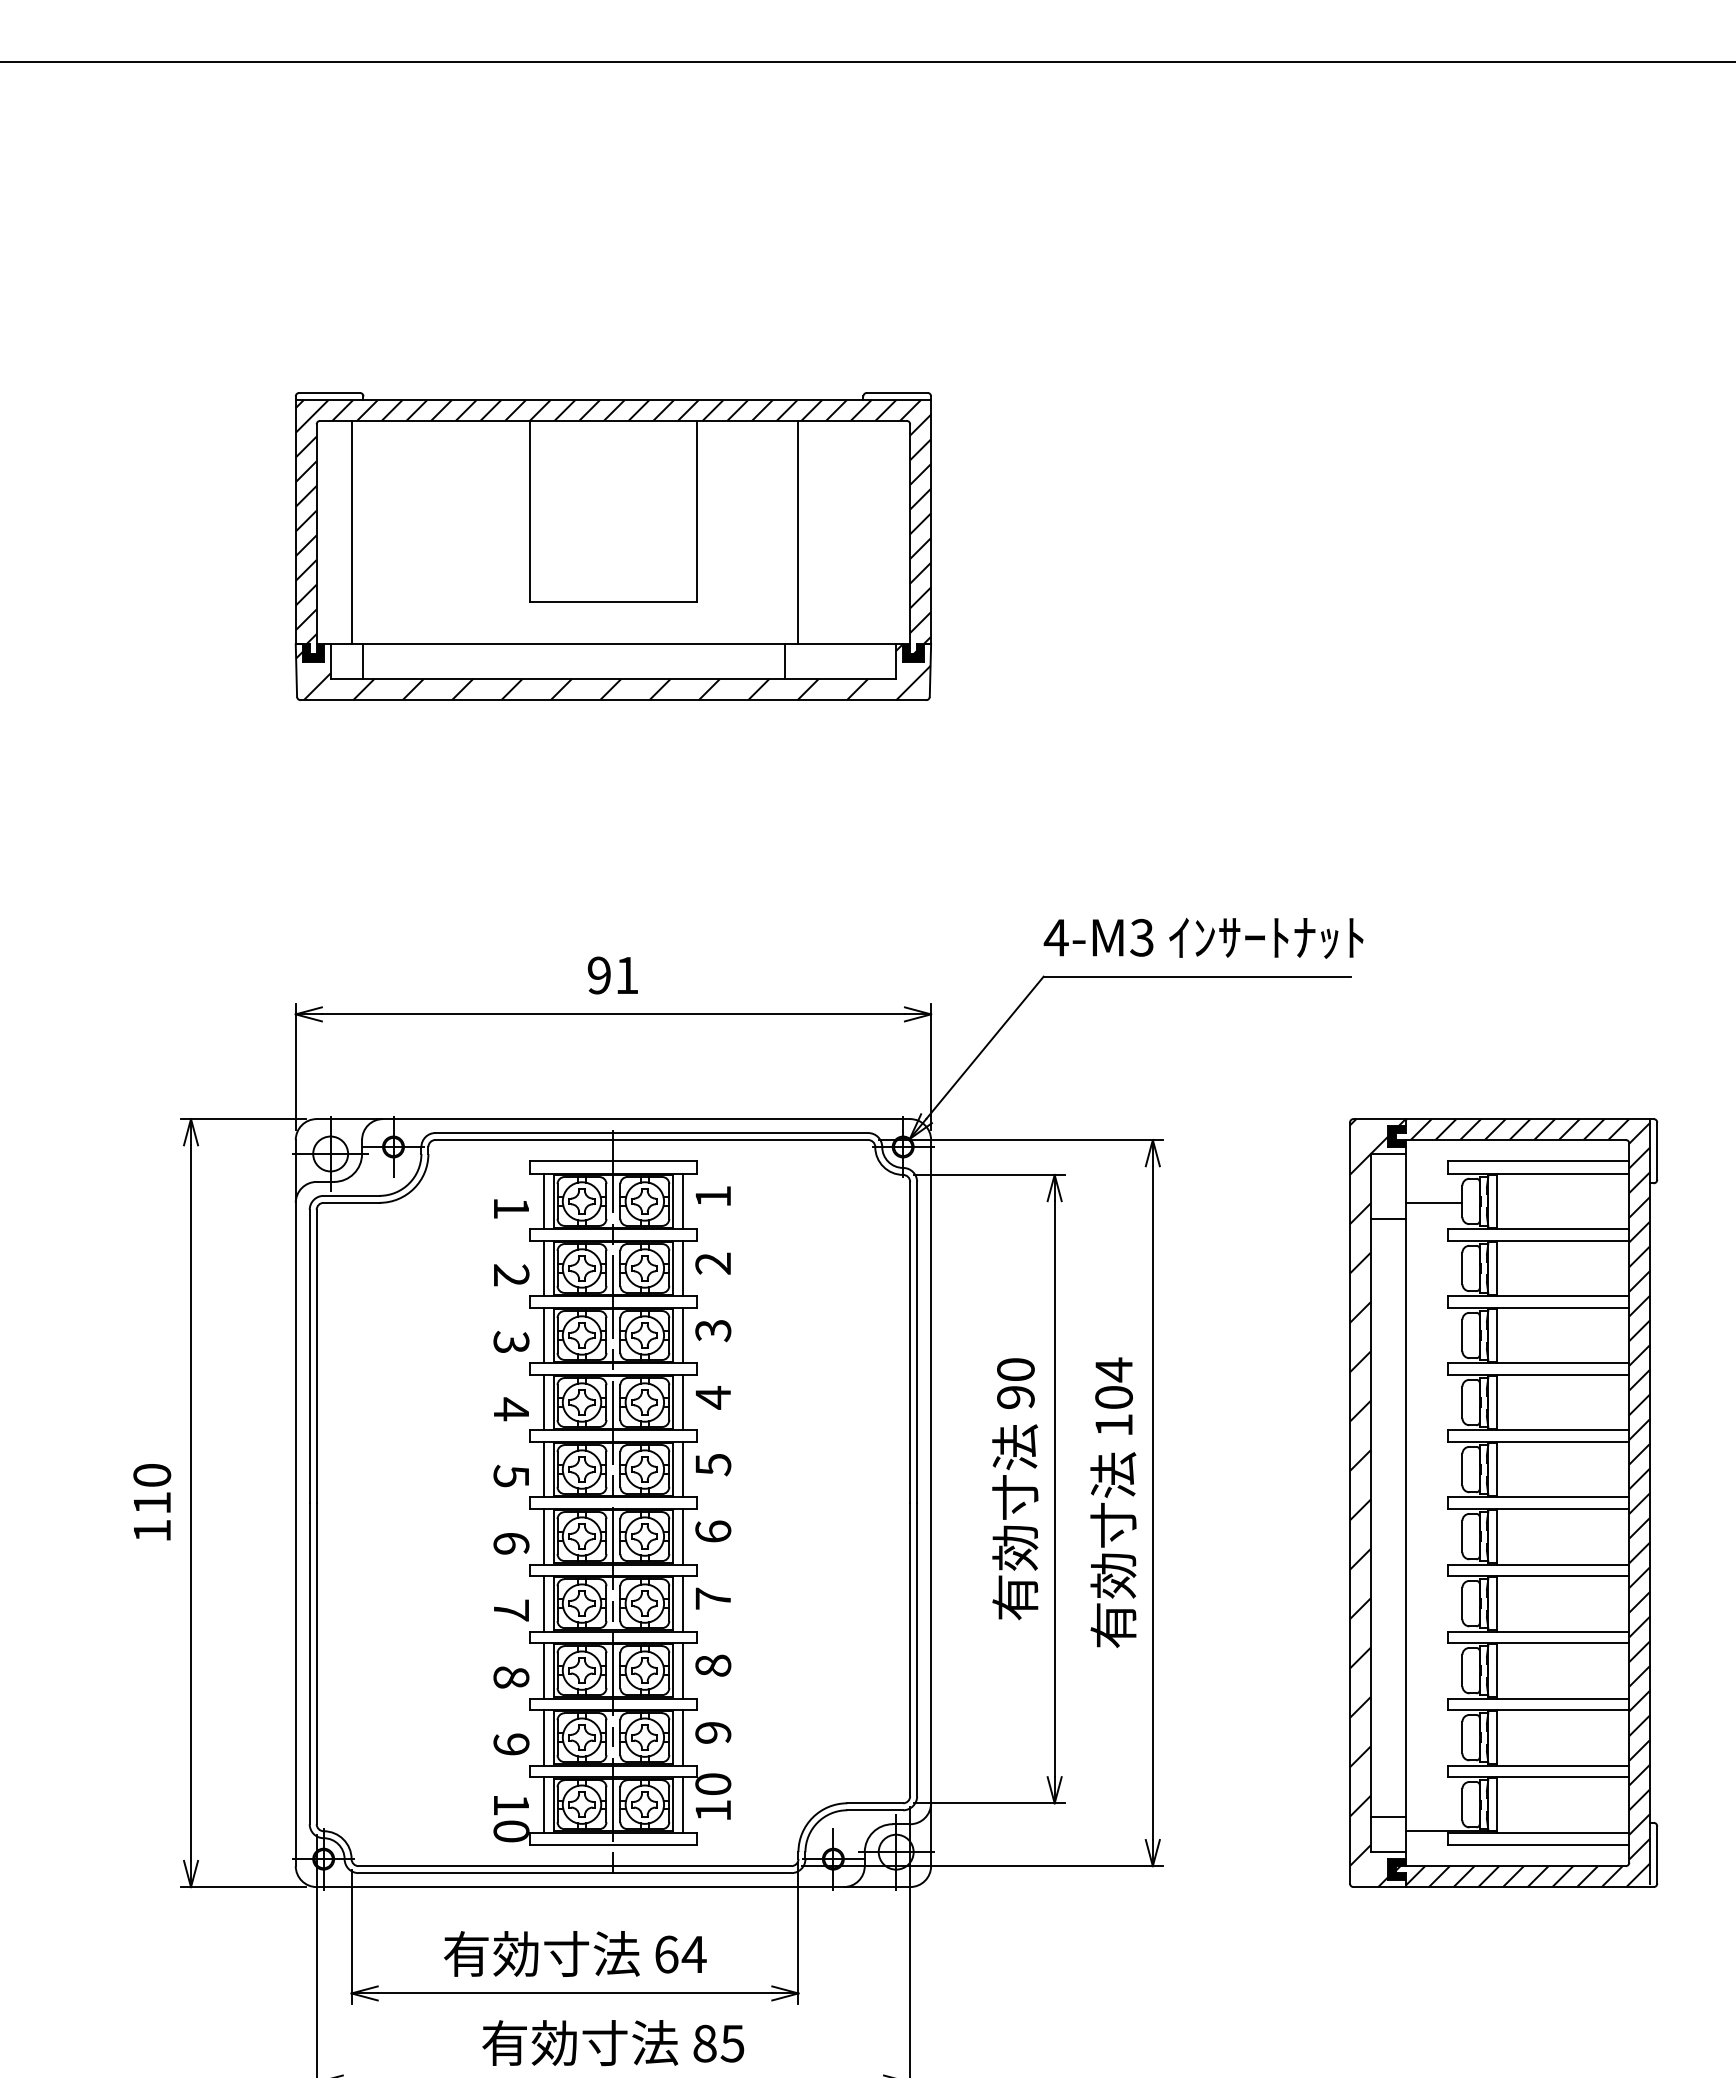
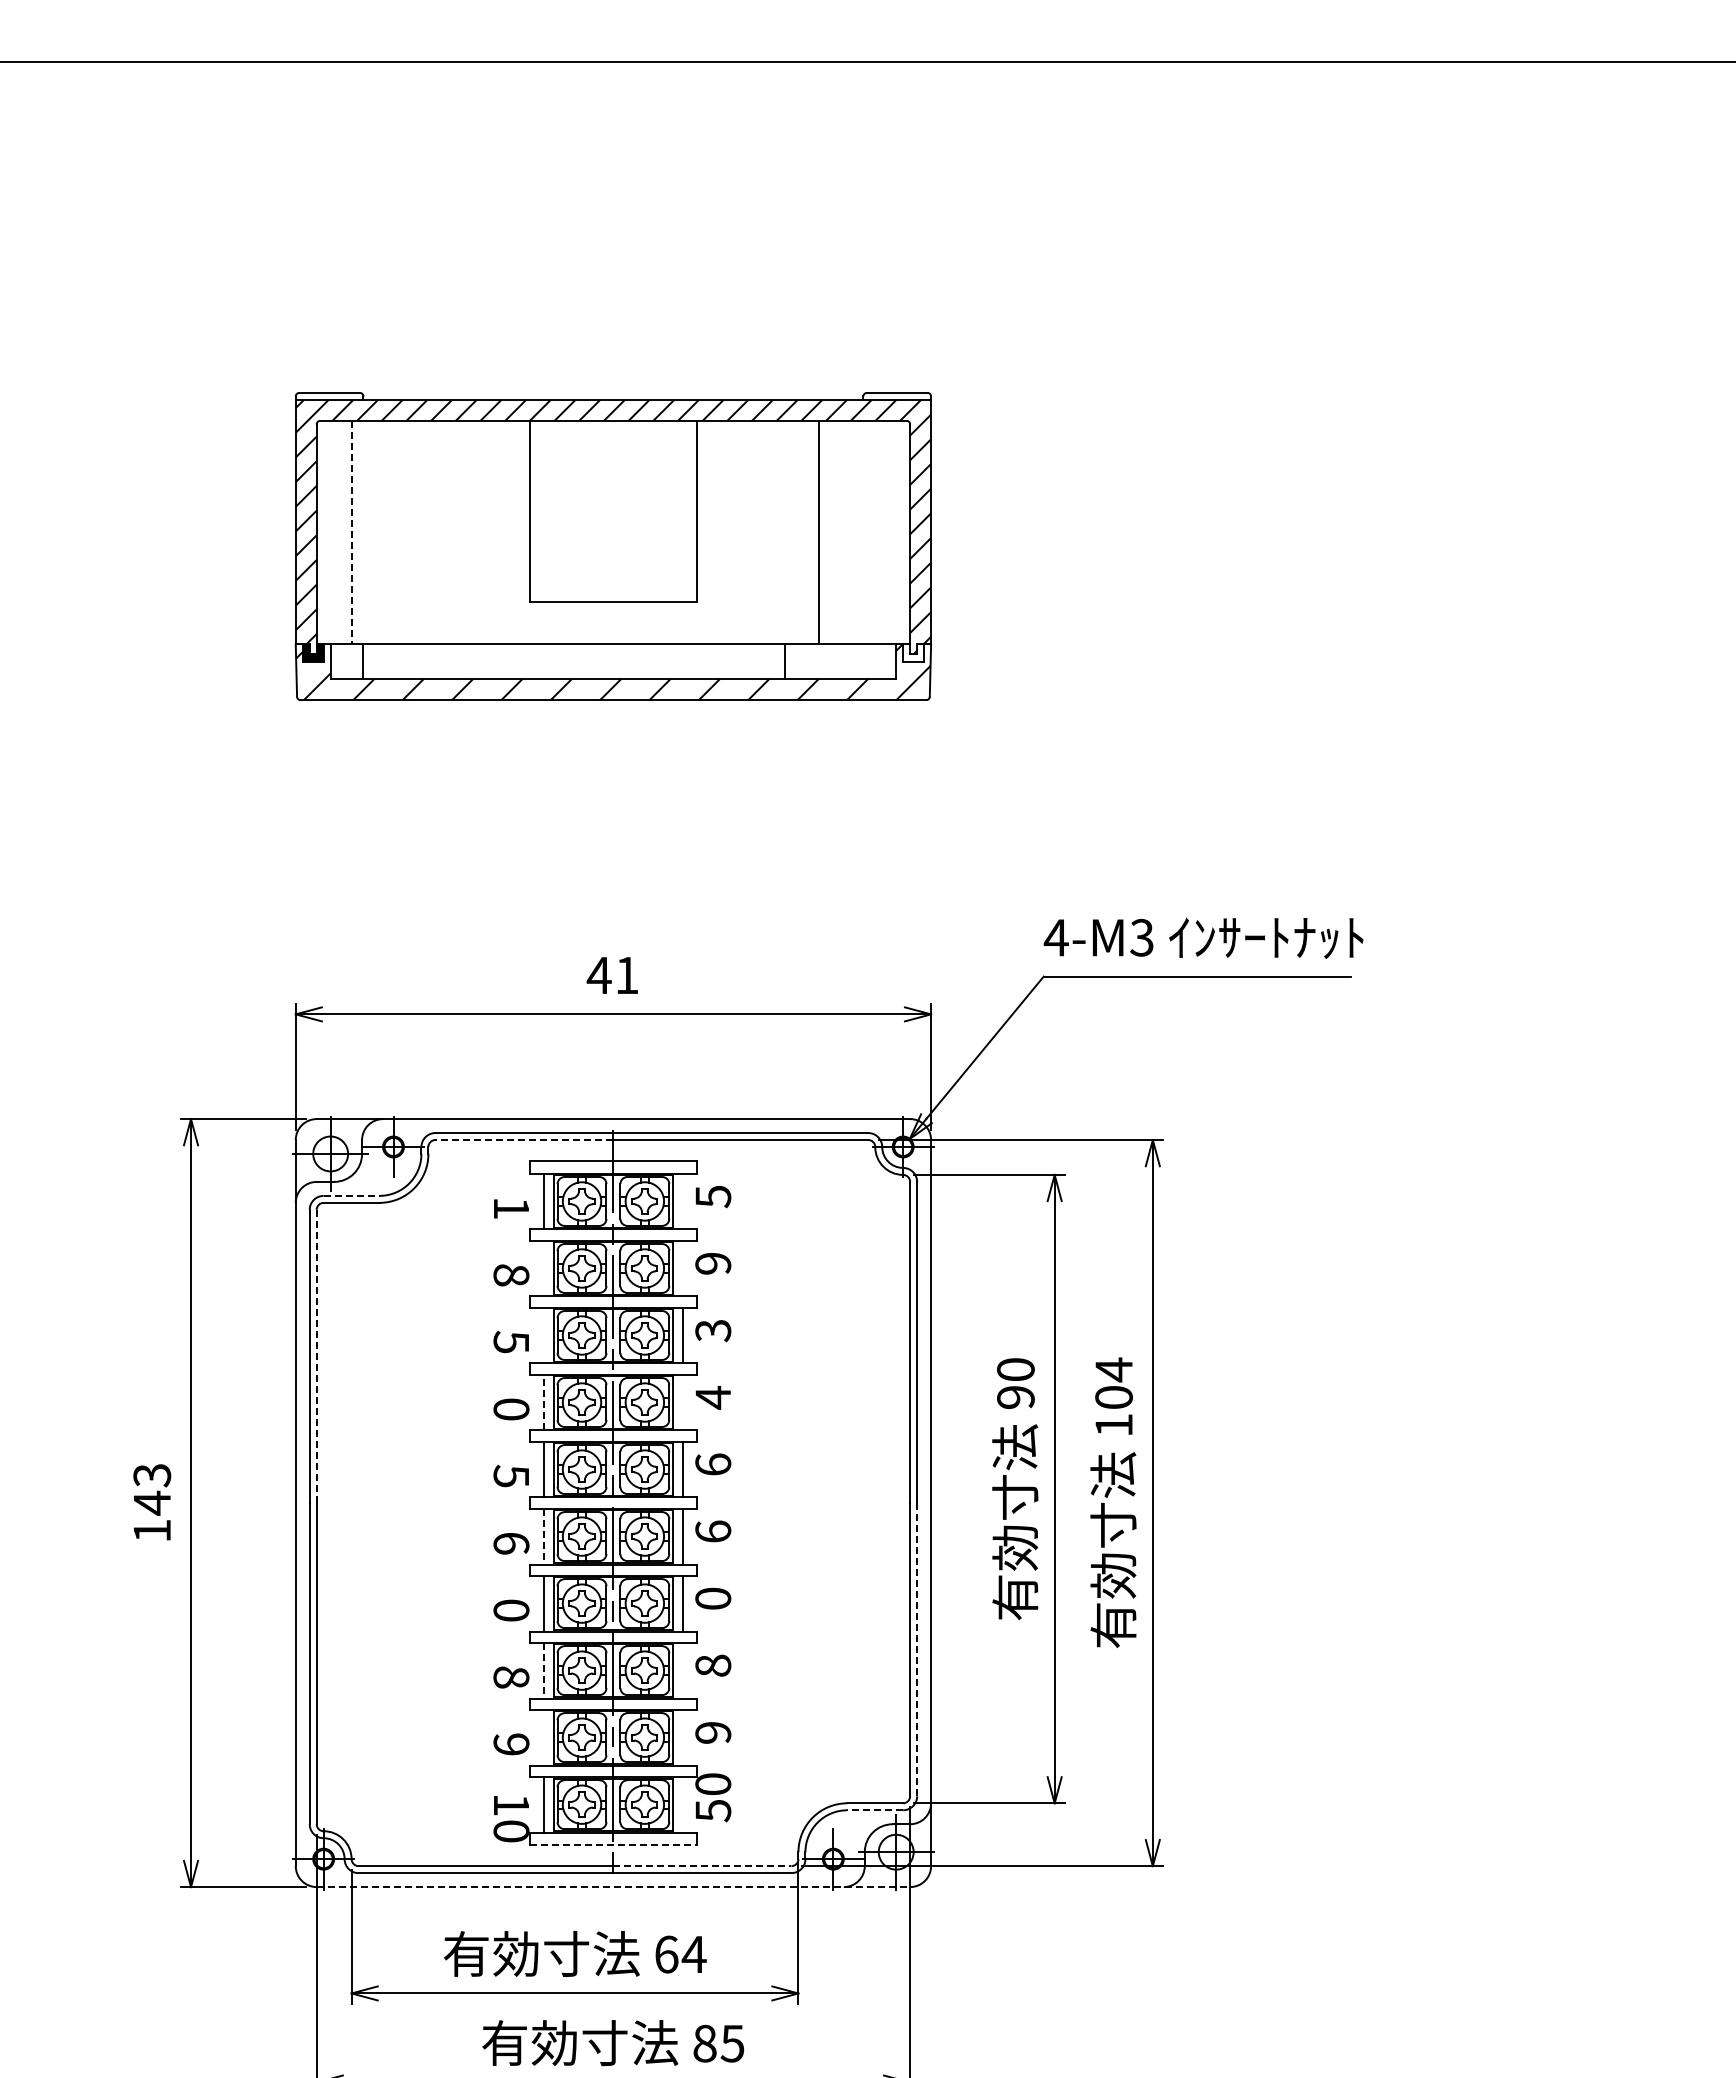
line at (351, 532): solid -> dashed
line at (798, 532) position: (798, 532) -> (819, 532)
fill at (913, 652): present -> none
text at (598, 975): 91 -> 41
line at (523, 1140): solid -> dashed
line at (351, 1195): solid -> dashed
text at (713, 1196): 1 -> 5
line at (683, 1201): present -> none
text at (713, 1263): 2 -> 9
line at (543, 1268): present -> none
line at (683, 1268): present -> none
text at (511, 1275): 2 -> 8
line at (543, 1335): present -> none
text at (511, 1342): 3 -> 5
line at (316, 1356): solid -> dashed
line at (543, 1402): solid -> dashed
line at (683, 1402): present -> none
text at (511, 1409): 4 -> 0
text at (713, 1464): 5 -> 6
text at (152, 1489): 110 -> 143
part at (1503, 1502): present -> none
line at (543, 1536): solid -> dashed
text at (713, 1598): 7 -> 0
text at (511, 1610): 7 -> 0
line at (917, 1649): solid -> dashed
line at (543, 1670): solid -> dashed
line at (683, 1670): present -> none
line at (543, 1737): present -> none
line at (683, 1737): present -> none
line at (683, 1804): present -> none
line at (875, 1810): solid -> dashed
text at (713, 1811): 10 -> 50
line at (613, 1845): solid -> dashed
line at (702, 1866): solid -> dashed
line at (613, 1887): solid -> dashed
